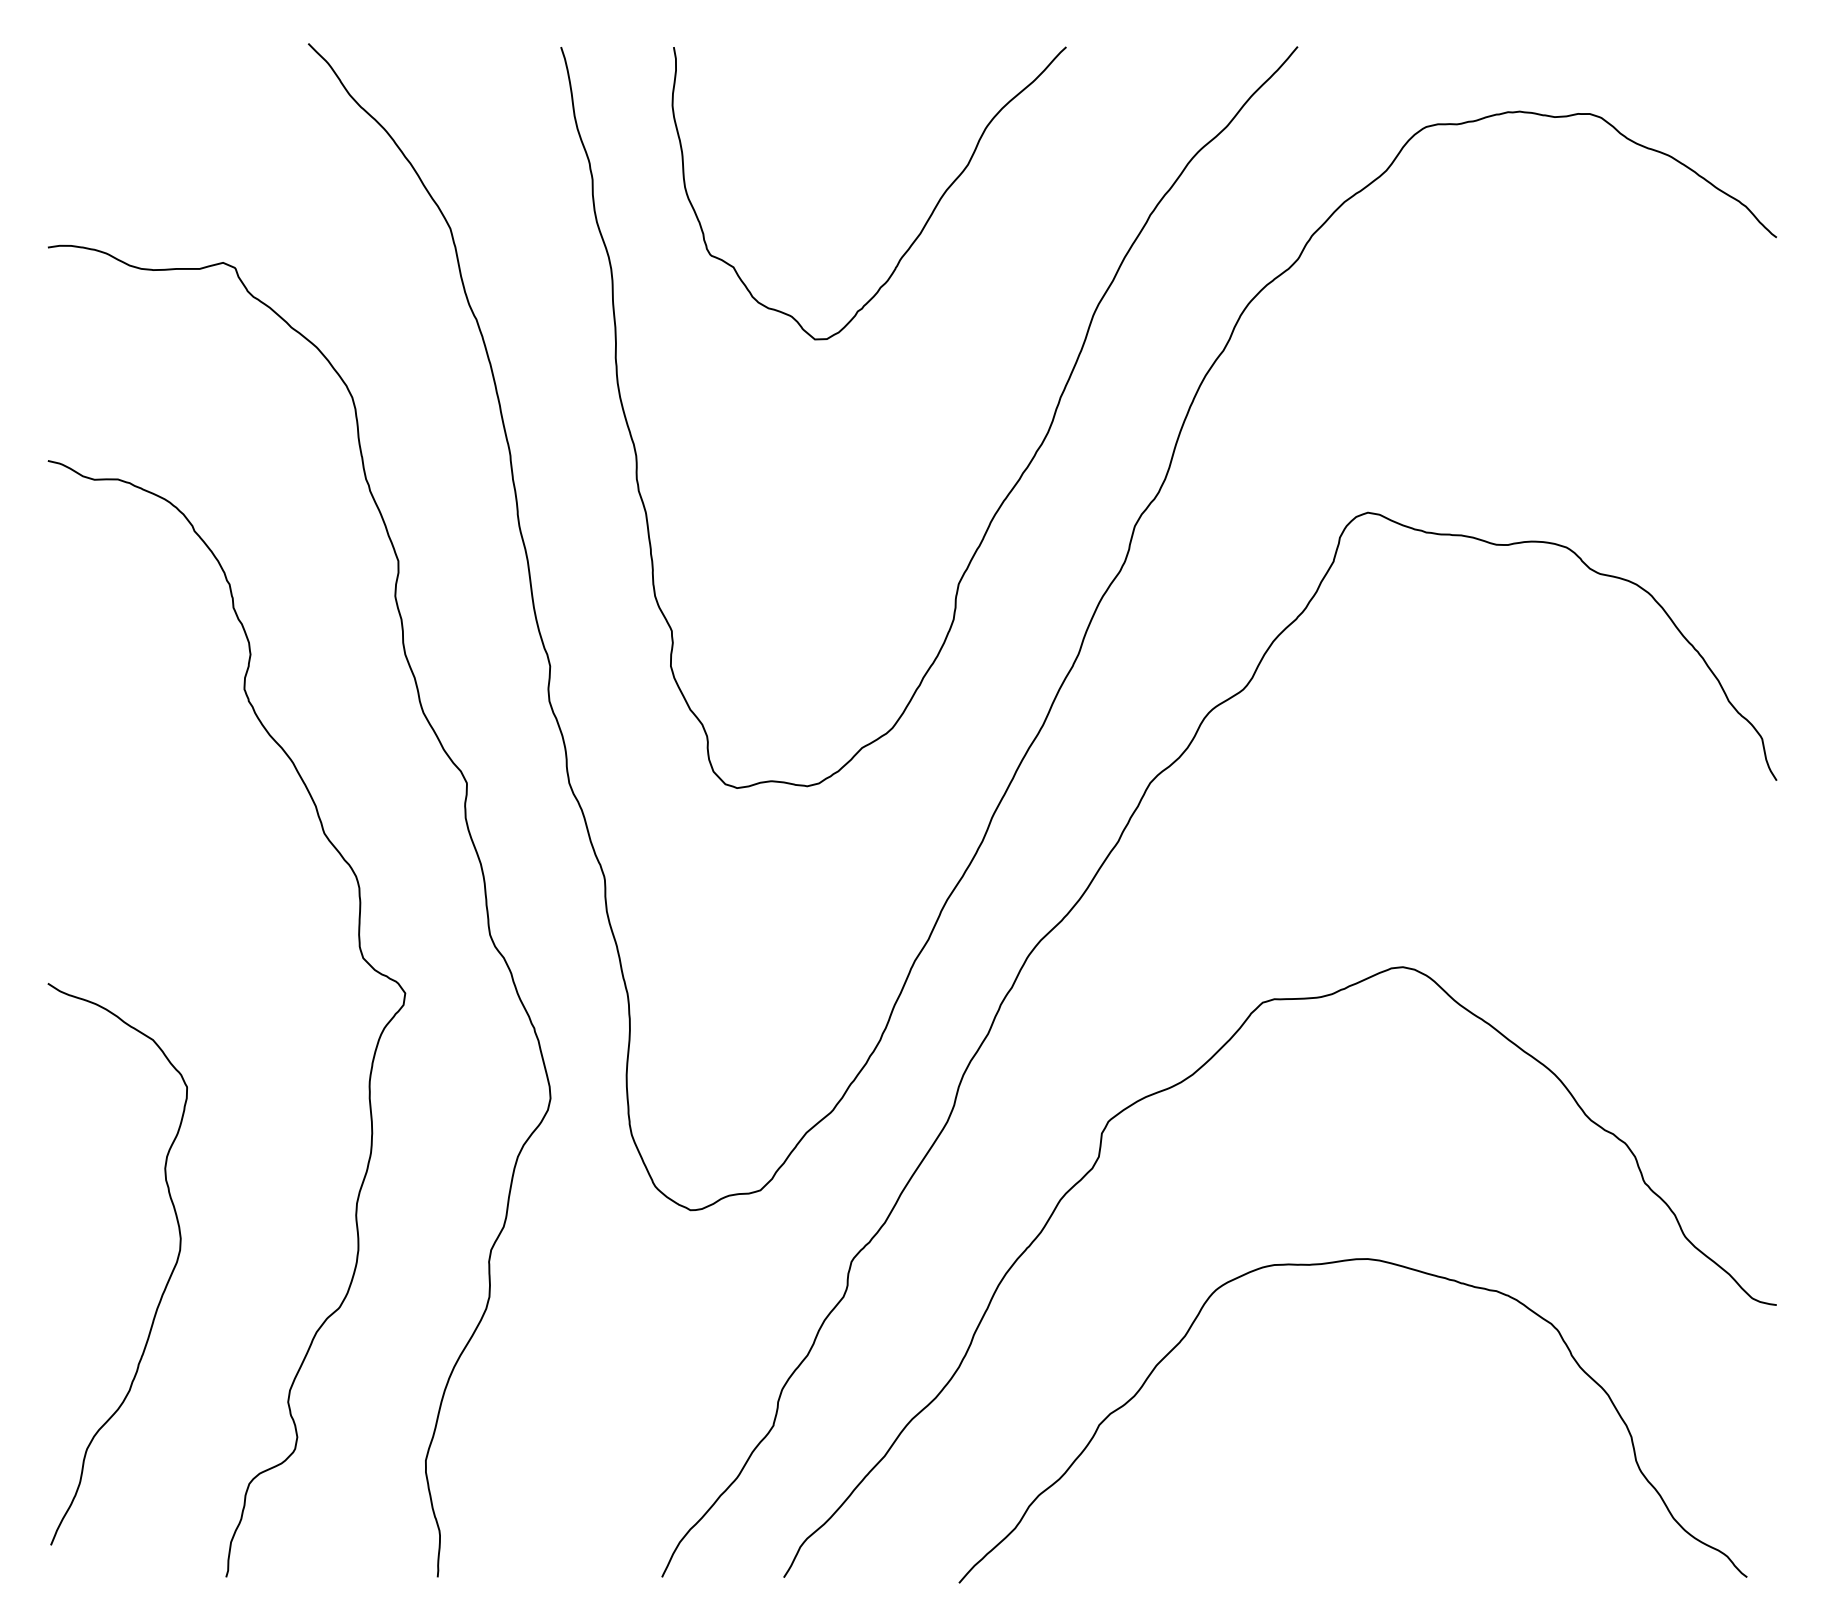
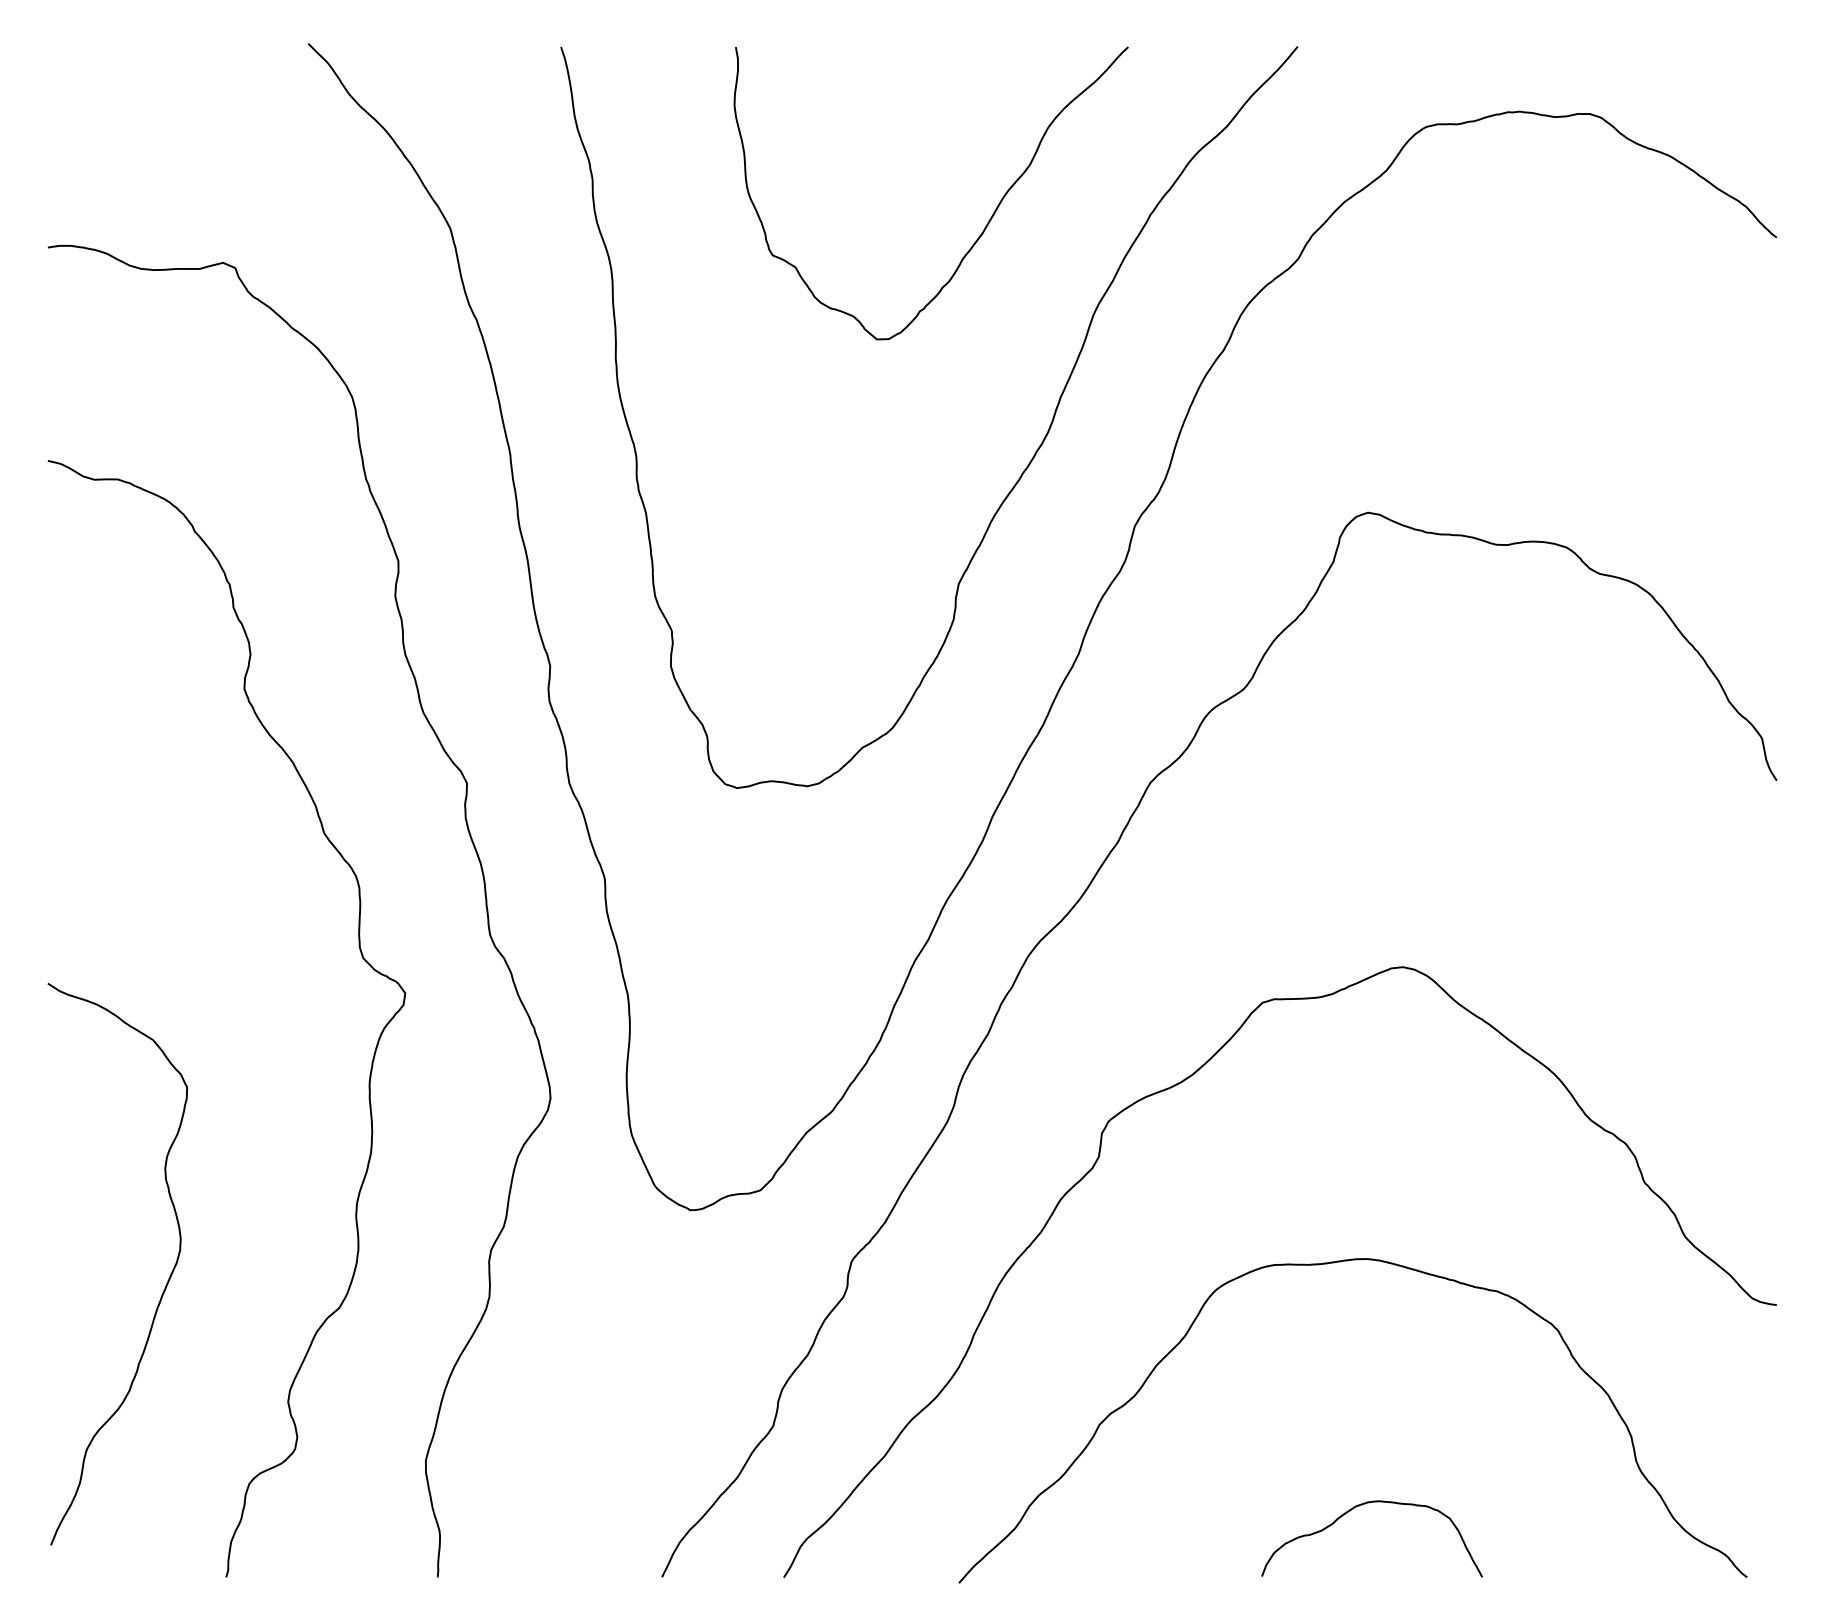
curve at (922, 227) position: (922, 227) -> (984, 227)
curve at (1353, 1509): none -> present
